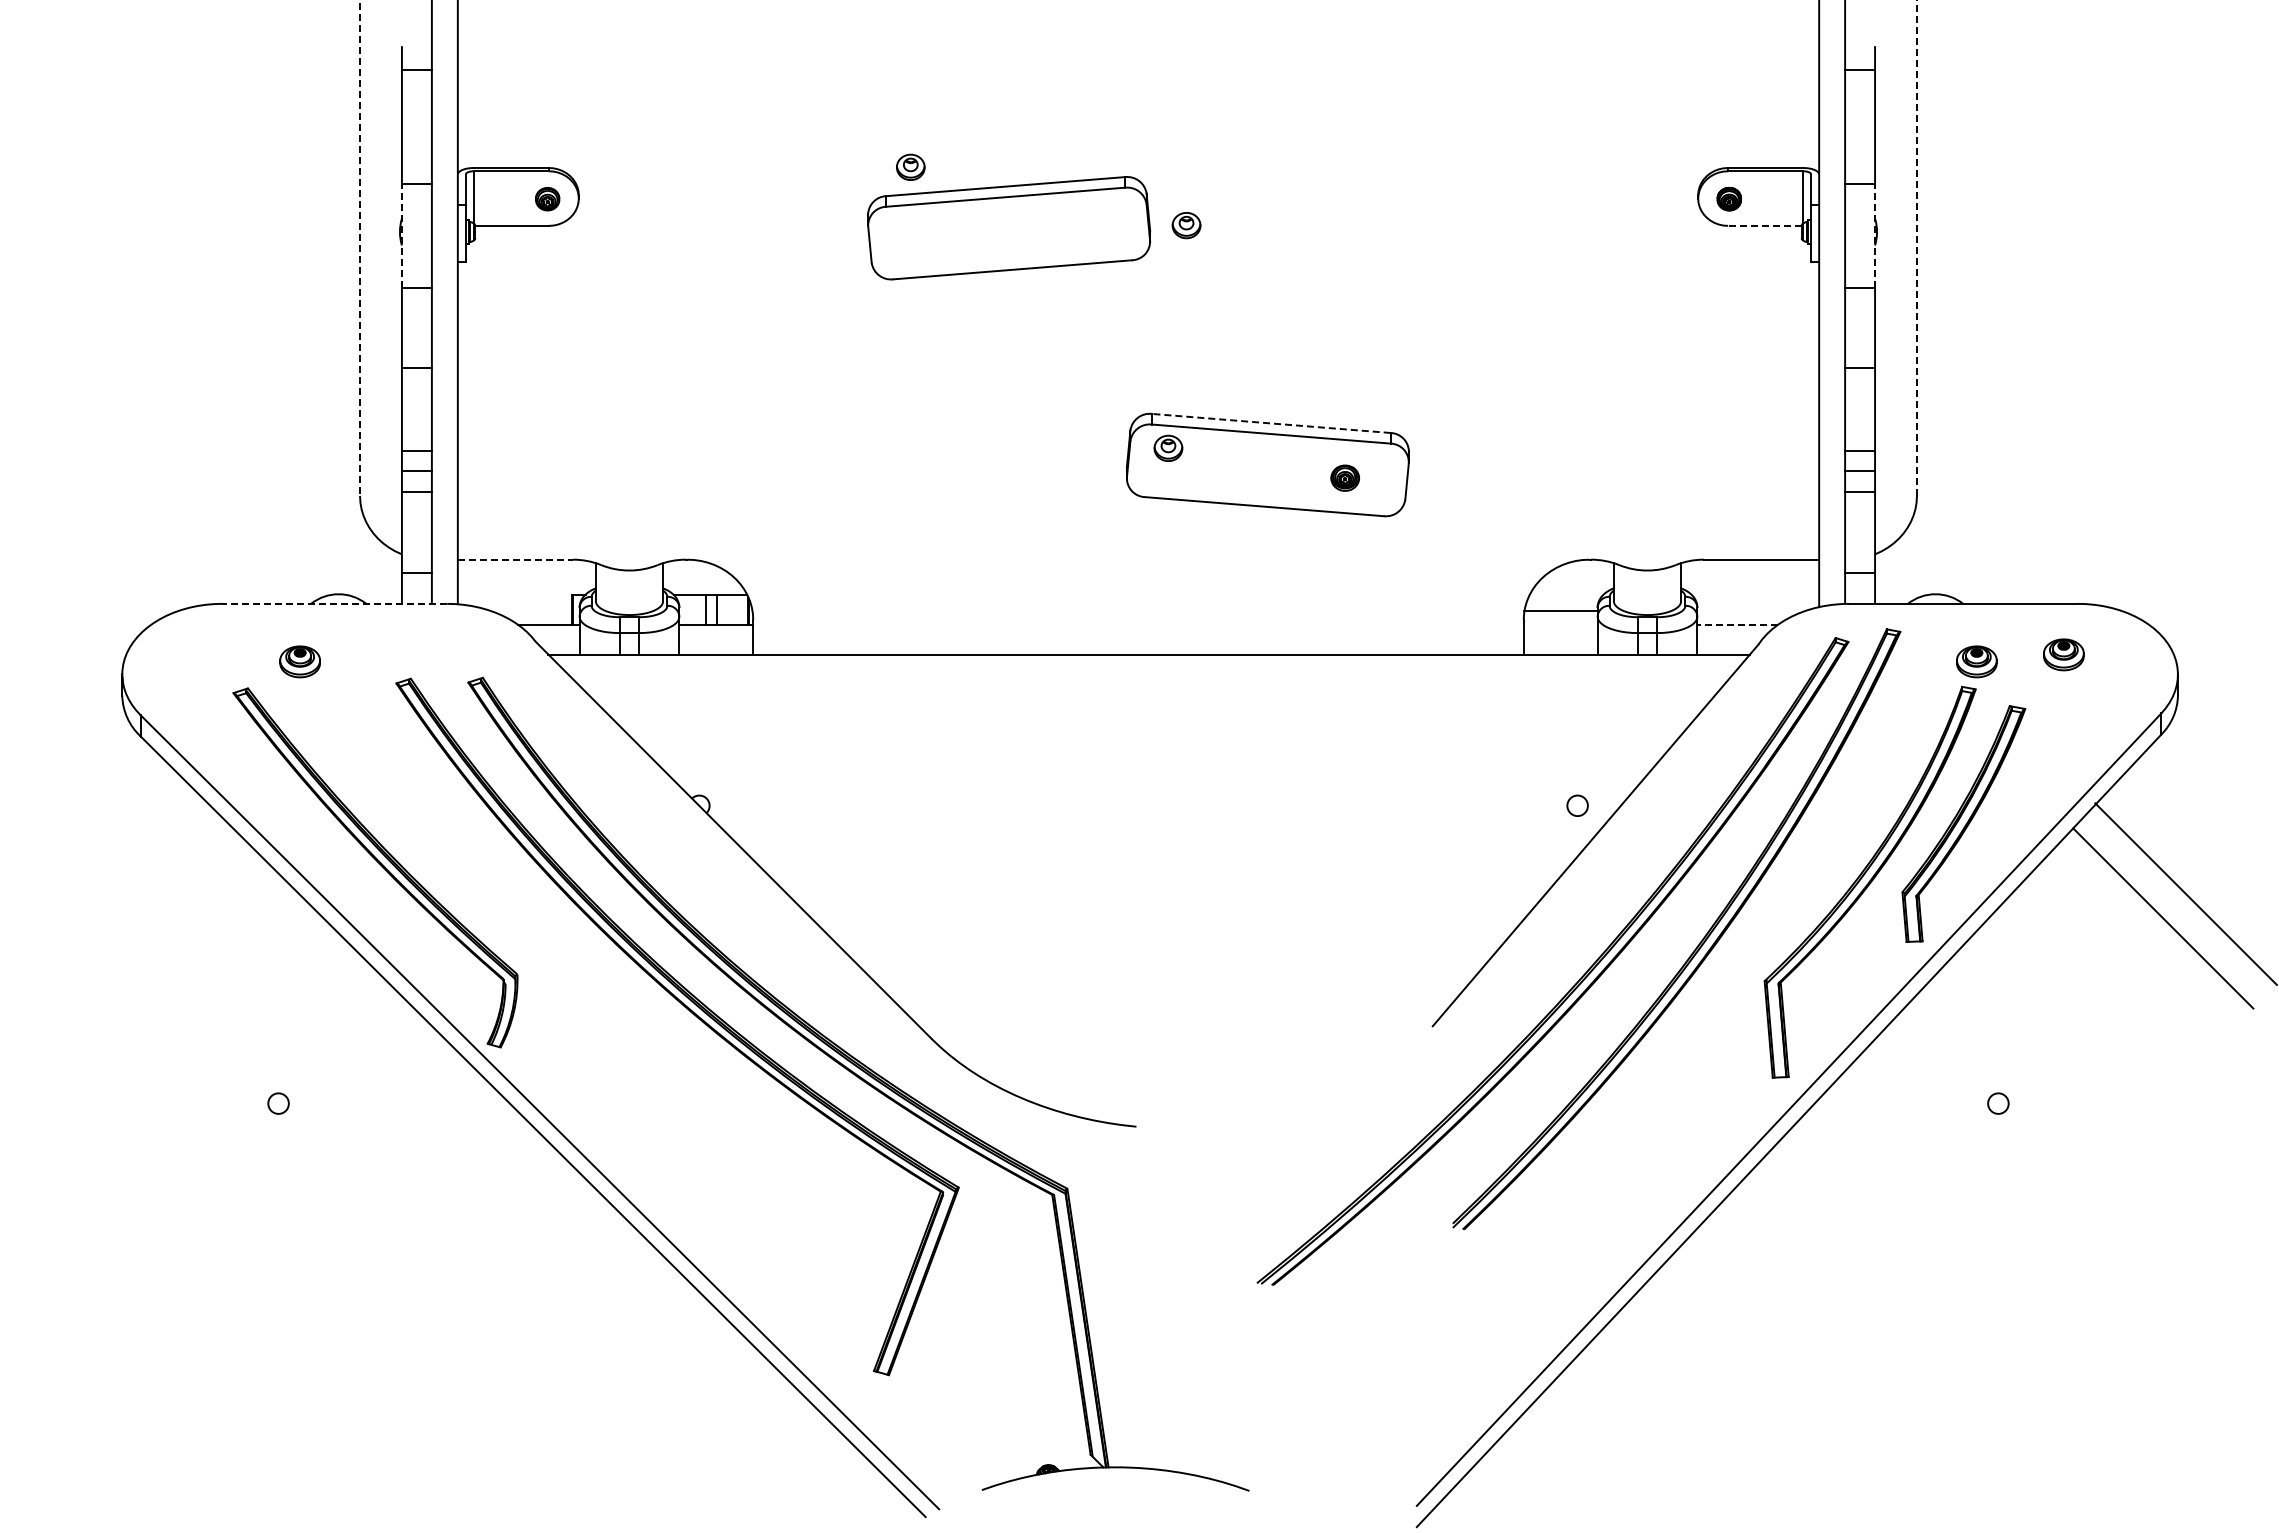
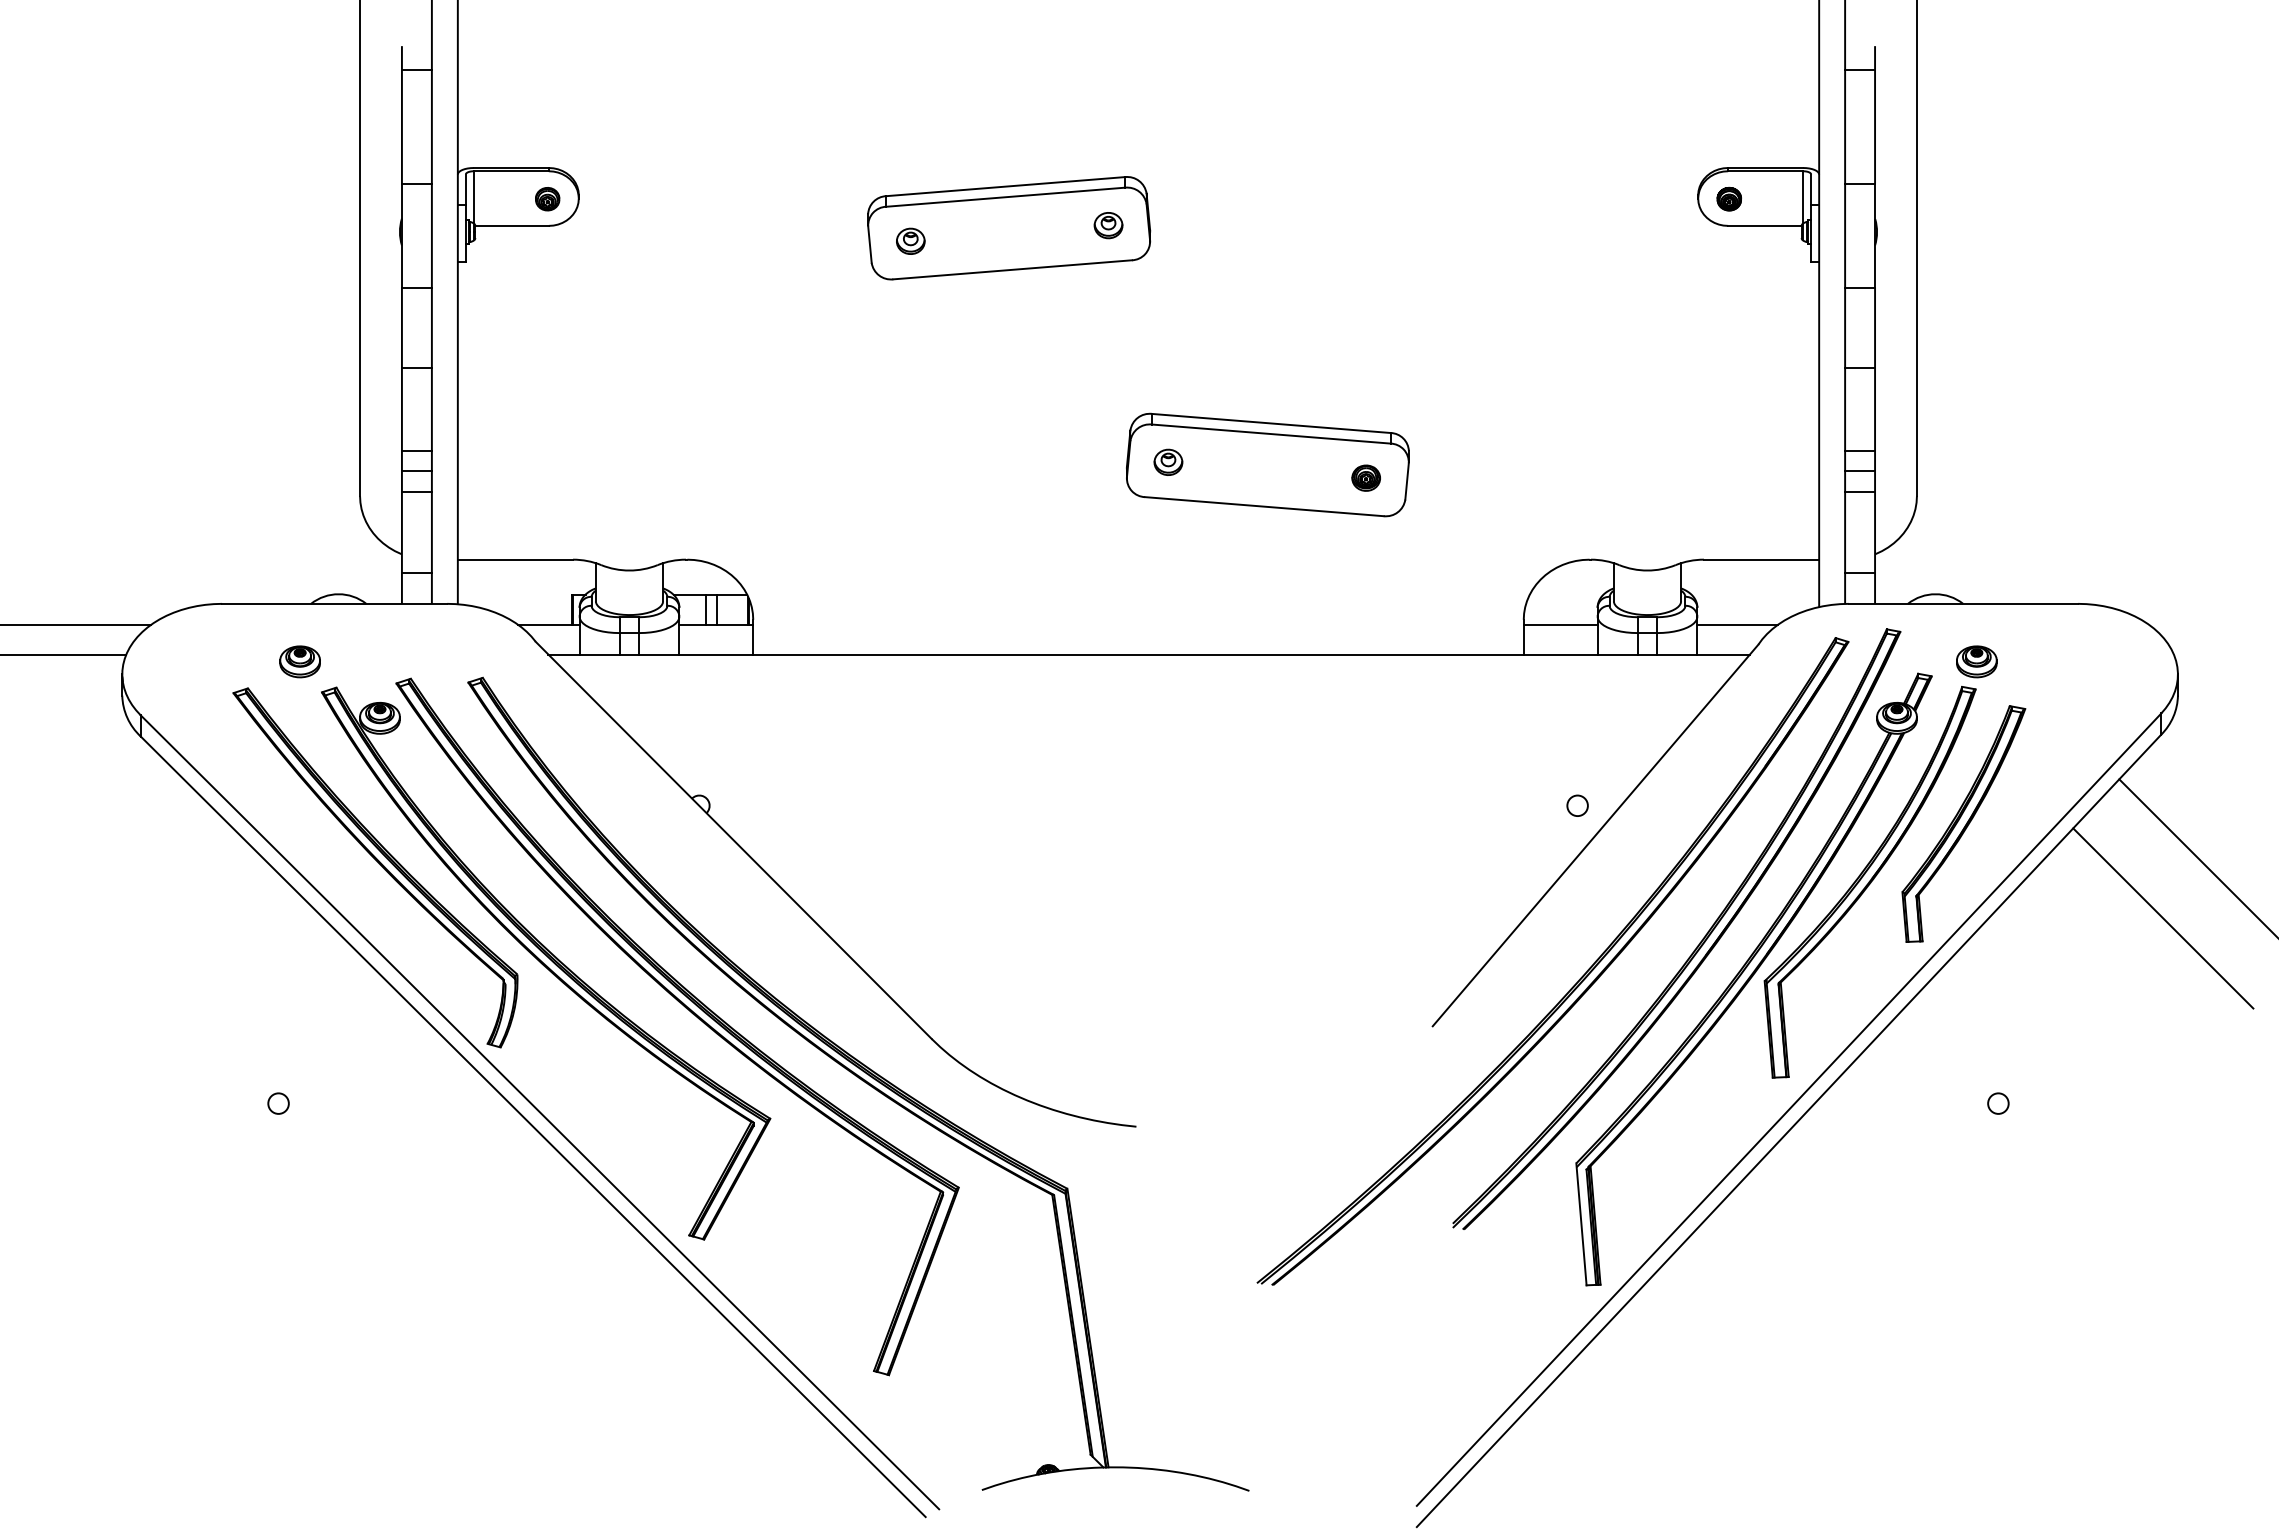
part at (910, 166) position: (910, 166) -> (910, 240)
part at (1186, 225) position: (1186, 225) -> (1108, 225)
line at (1764, 225): dashed -> solid
line at (401, 235): dashed -> solid
line at (1875, 235): dashed -> solid
line at (360, 247): dashed -> solid
line at (1916, 247): dashed -> solid
line at (1271, 423): dashed -> solid
part at (1168, 447) position: (1168, 447) -> (1168, 461)
part at (1344, 477) position: (1344, 477) -> (1365, 477)
line at (515, 559): dashed -> solid
line at (334, 603): dashed -> solid
line at (1560, 610) position: (1560, 610) -> (1560, 624)
line at (76, 624): none -> present
line at (1737, 624): dashed -> solid
line at (64, 654): none -> present
part at (2063, 654): present -> none
line at (2185, 893) position: (2185, 893) -> (2197, 857)
part at (546, 963): none -> present
part at (1753, 979): none -> present
